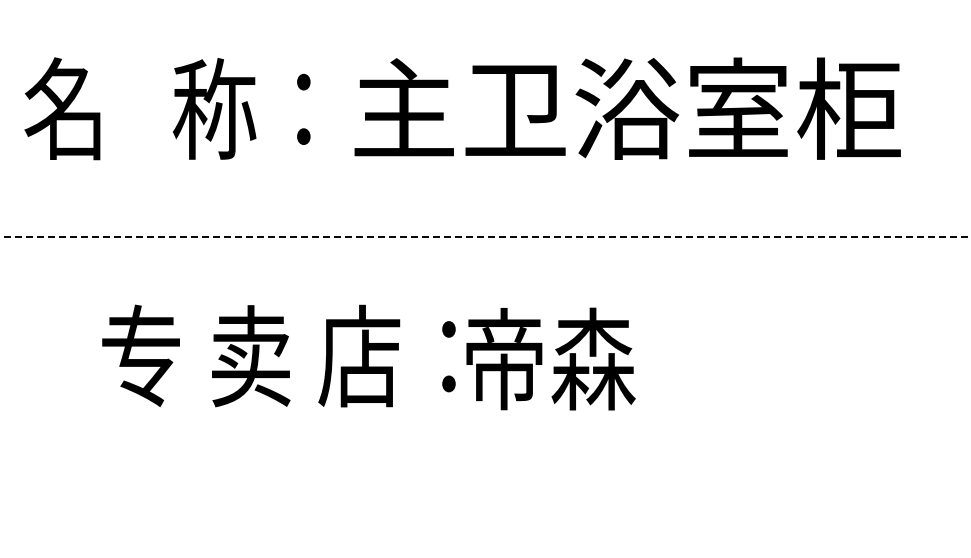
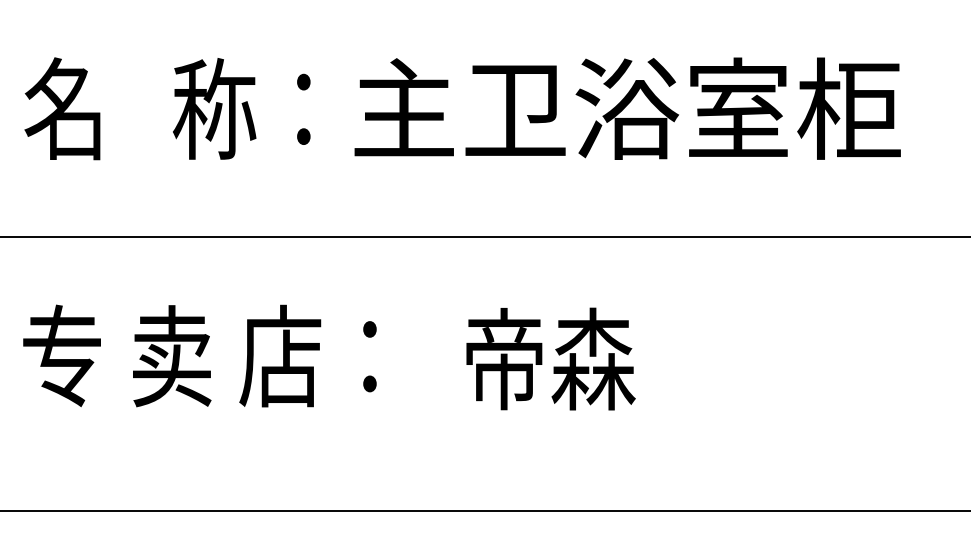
line at (485, 237): dashed -> solid
text at (278, 355) position: (278, 355) -> (199, 355)
line at (484, 511): none -> present
